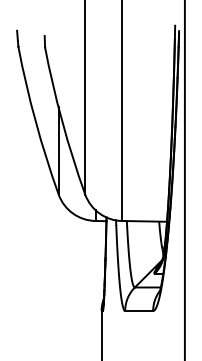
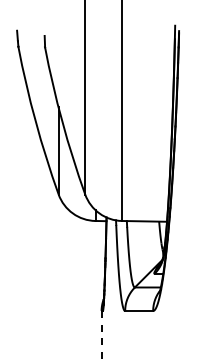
line at (184, 179): present -> none
line at (101, 335): solid -> dashed
